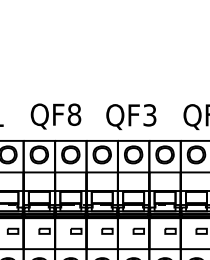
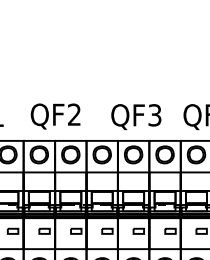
text at (74, 114): QF8 -> QF2
text at (131, 117) position: (131, 117) -> (136, 117)
